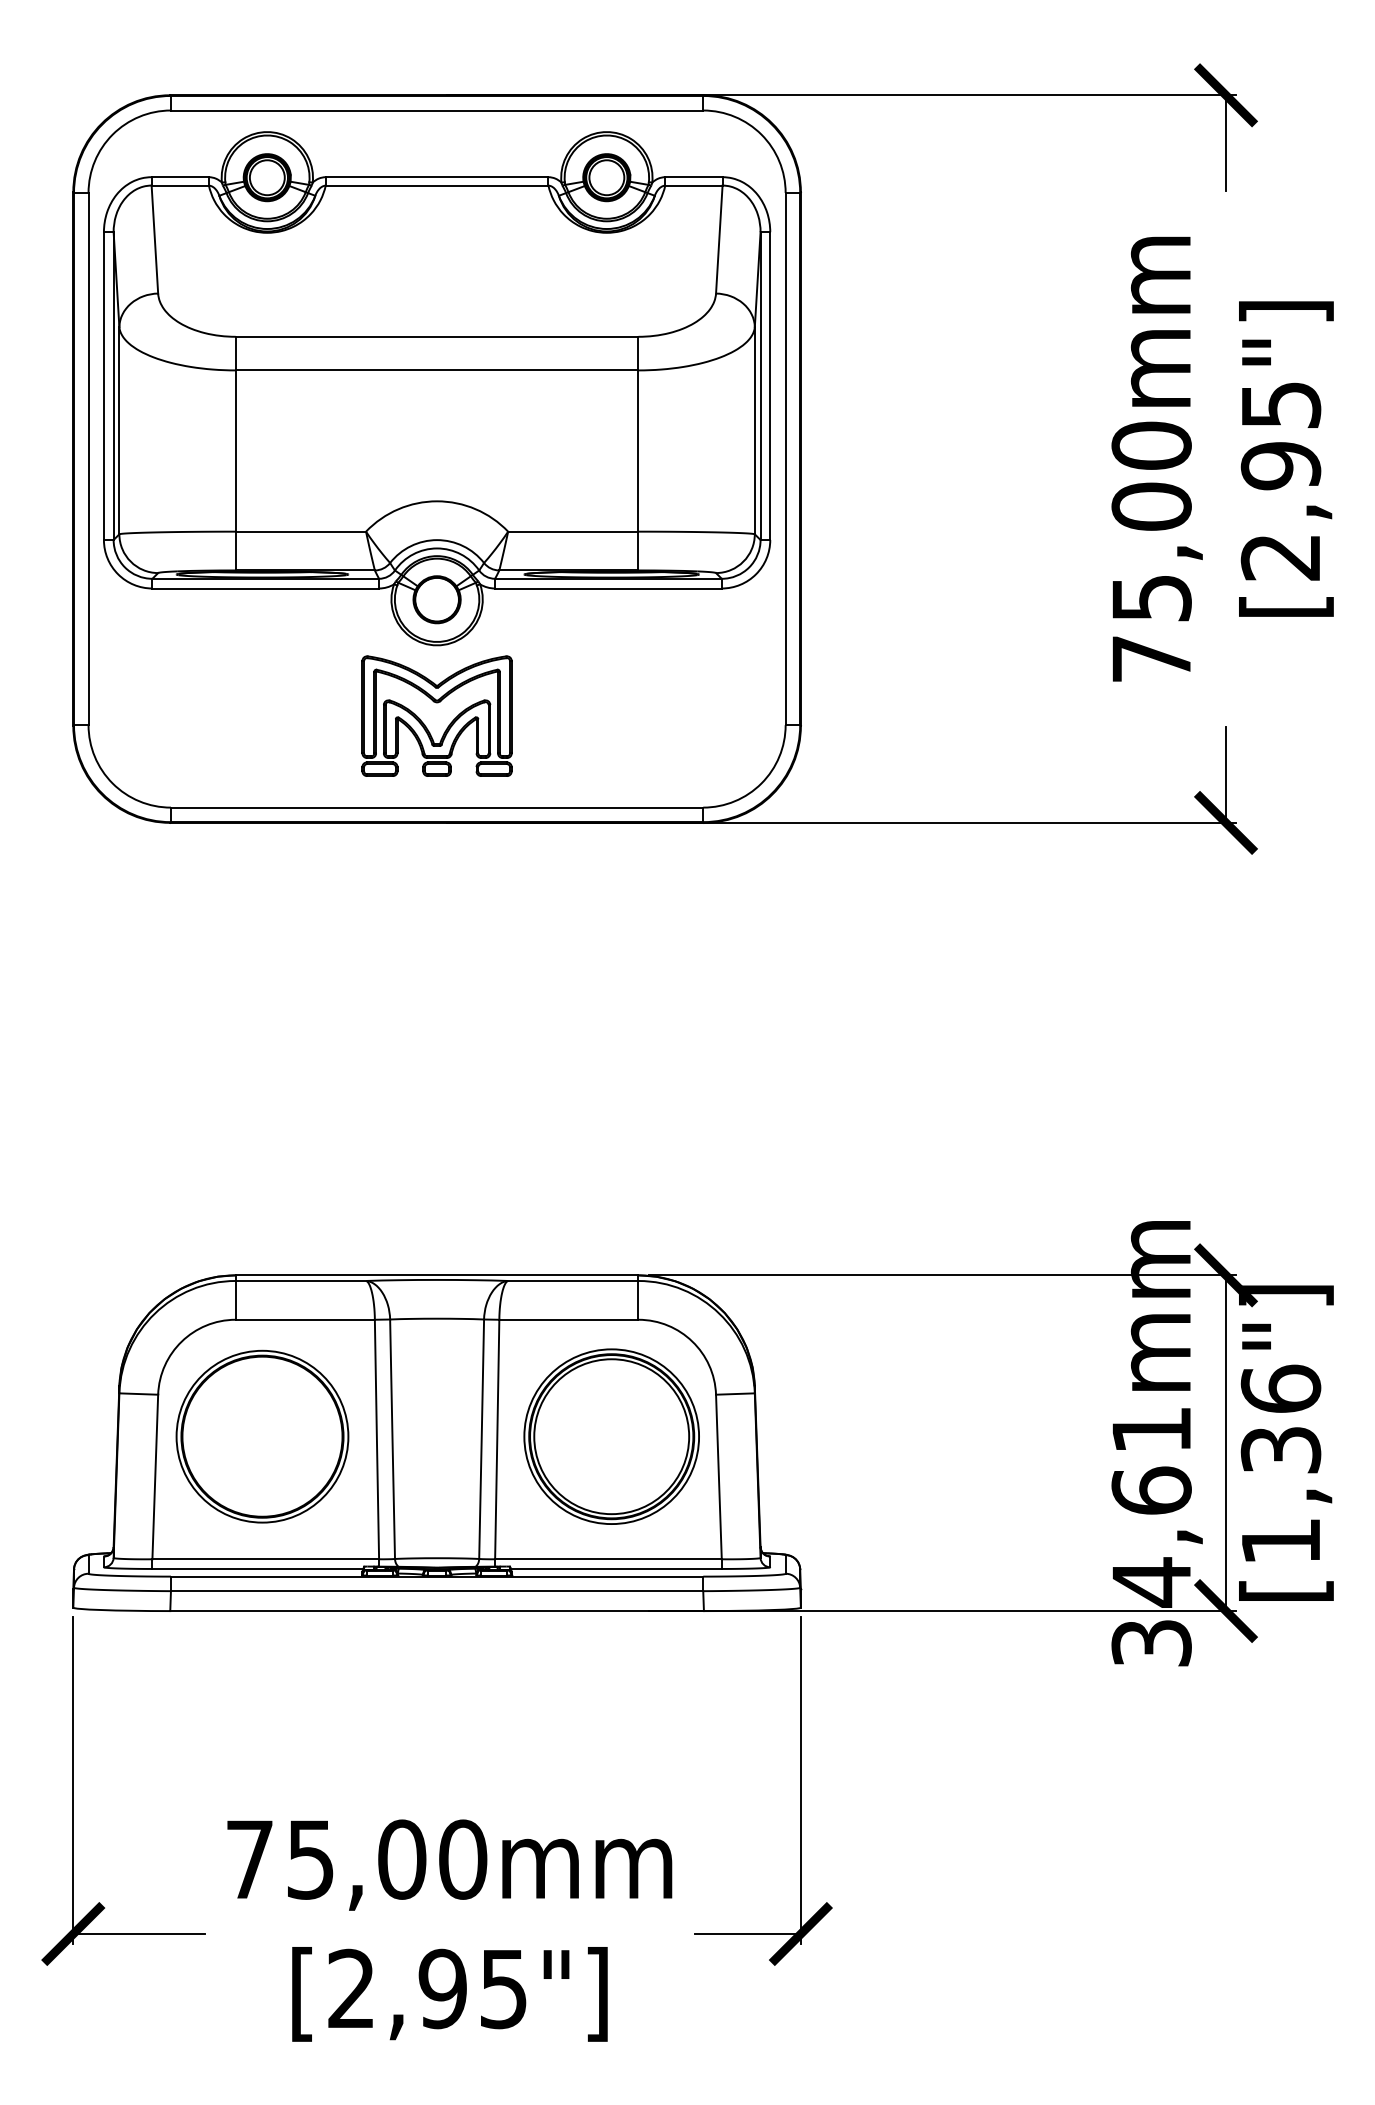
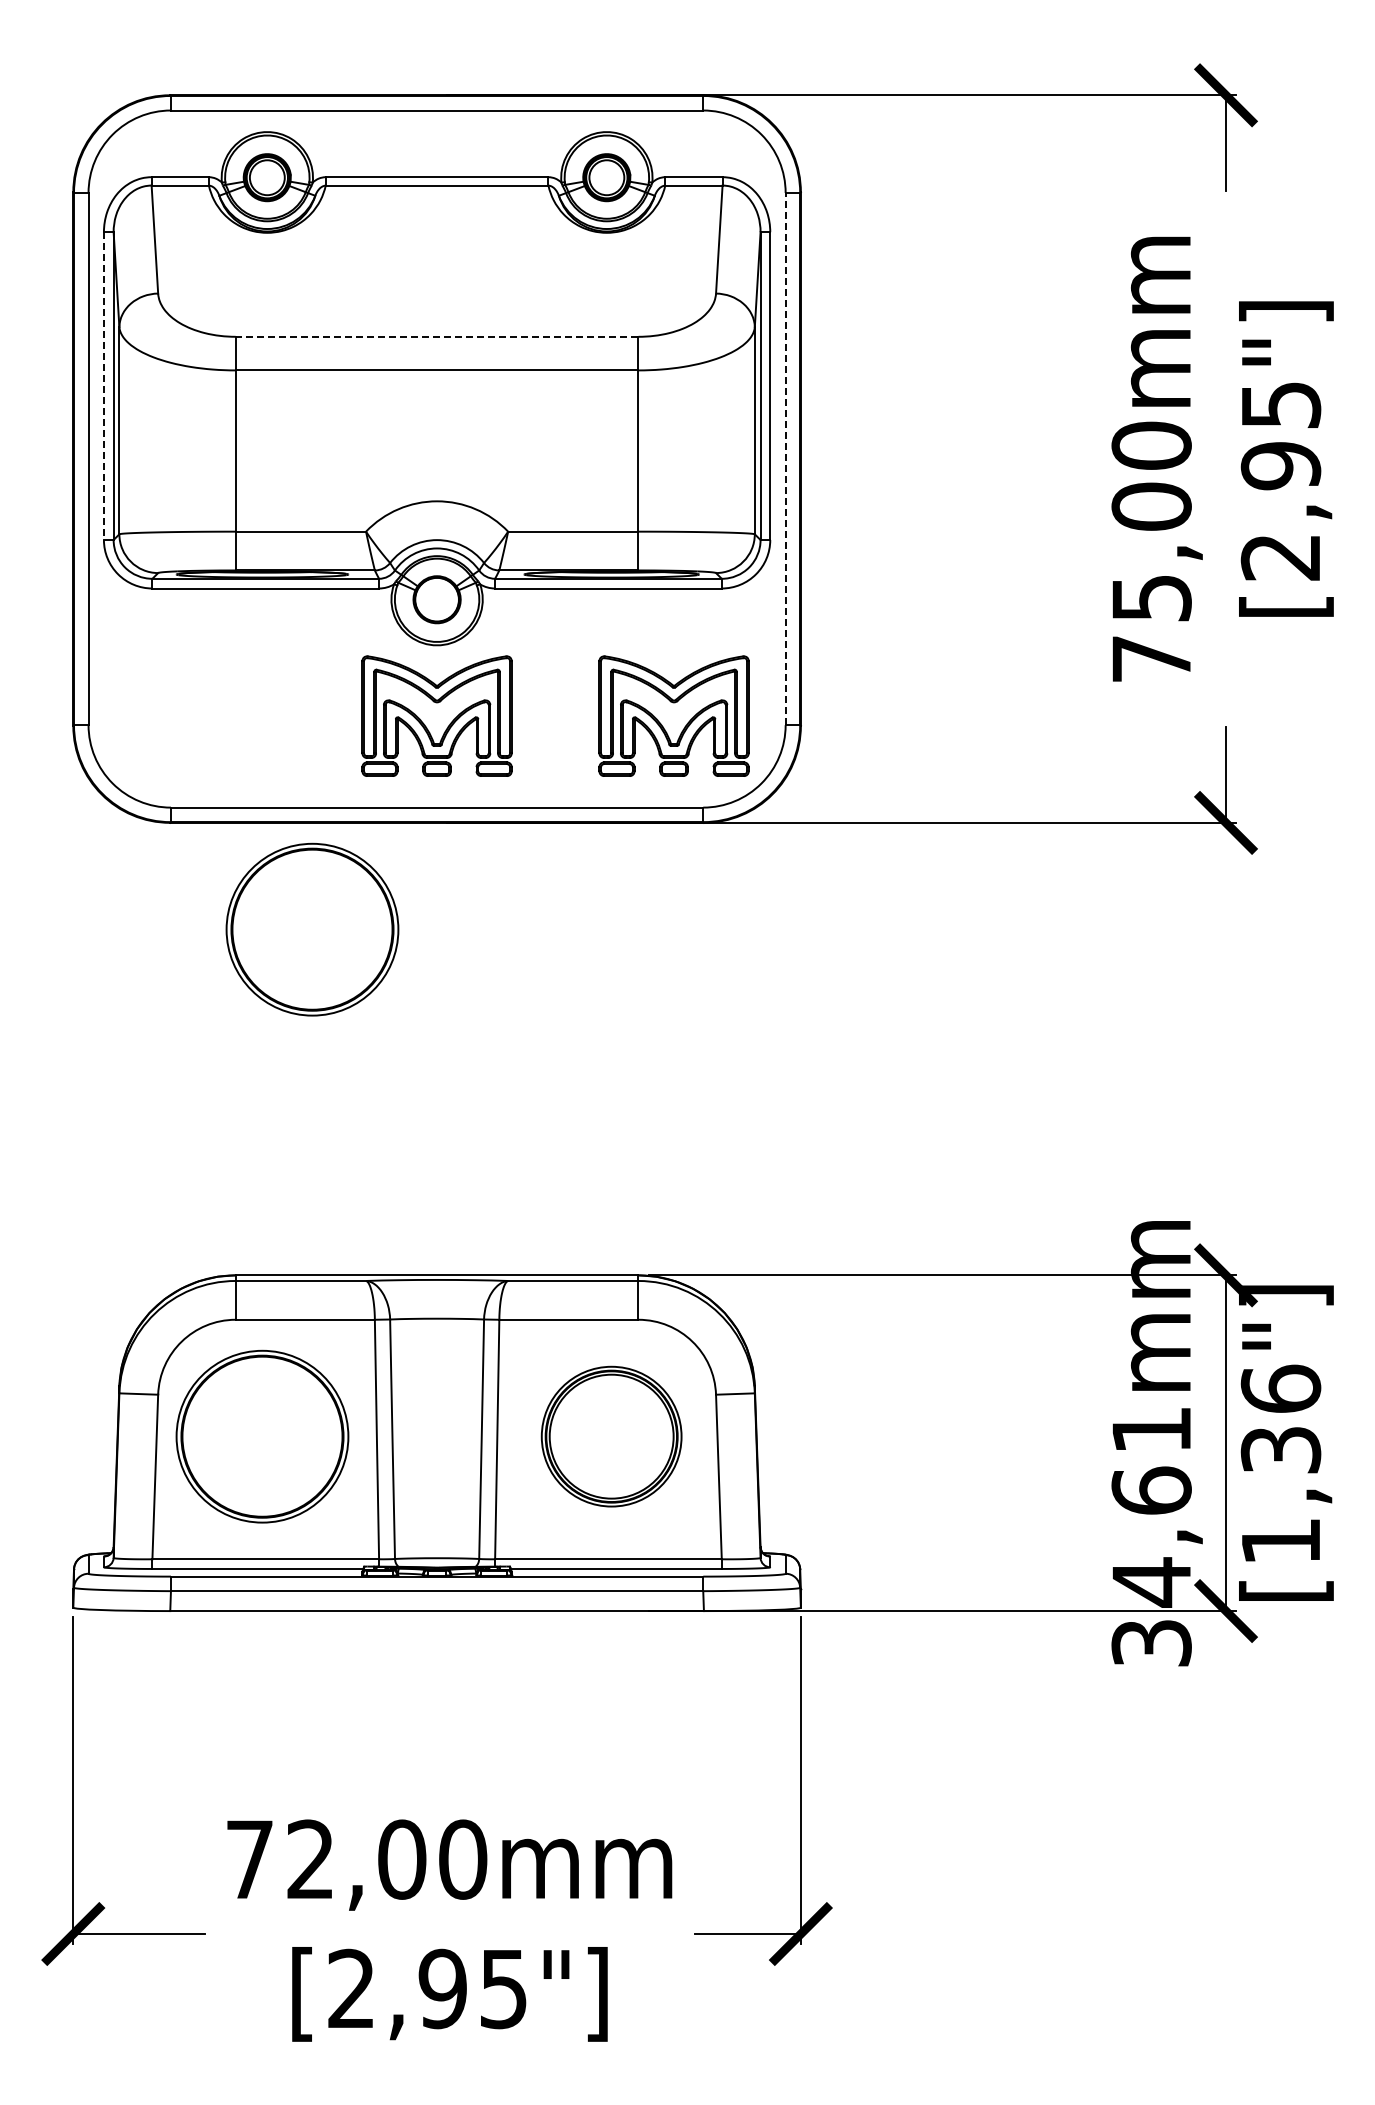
line at (436, 336): solid -> dashed
line at (103, 386): solid -> dashed
line at (785, 458): solid -> dashed
part at (673, 703): none -> present
part at (312, 929): none -> present
part at (611, 1436) size: 177x177 px -> 143x143 px
text at (310, 1859): 75,00mm -> 72,00mm
